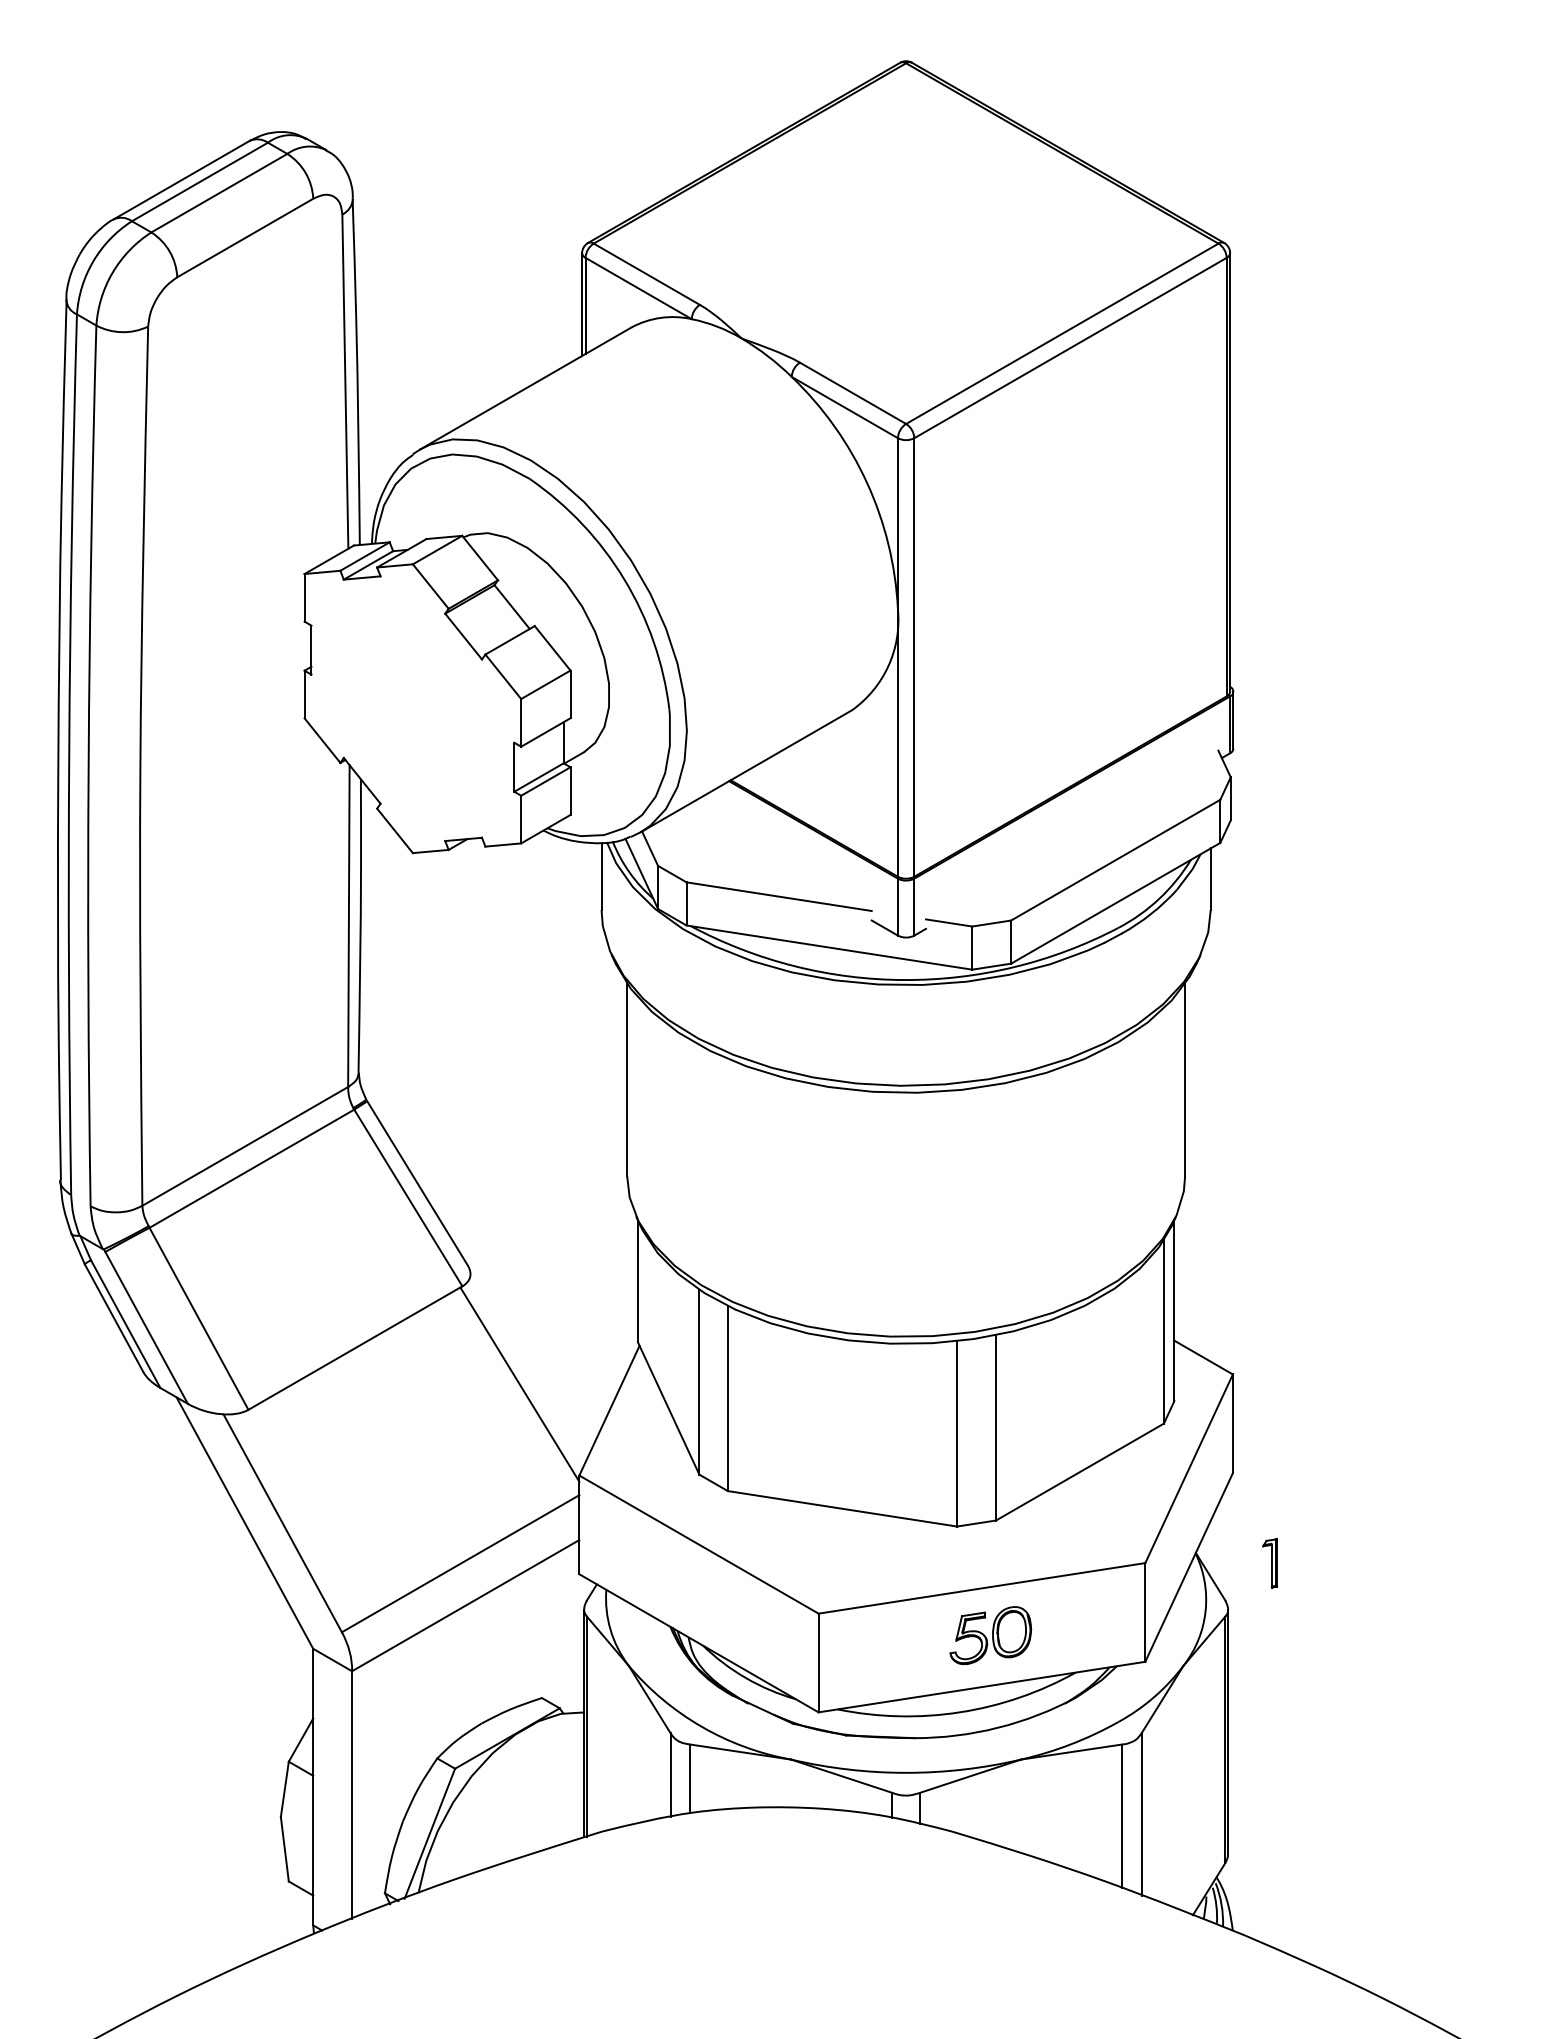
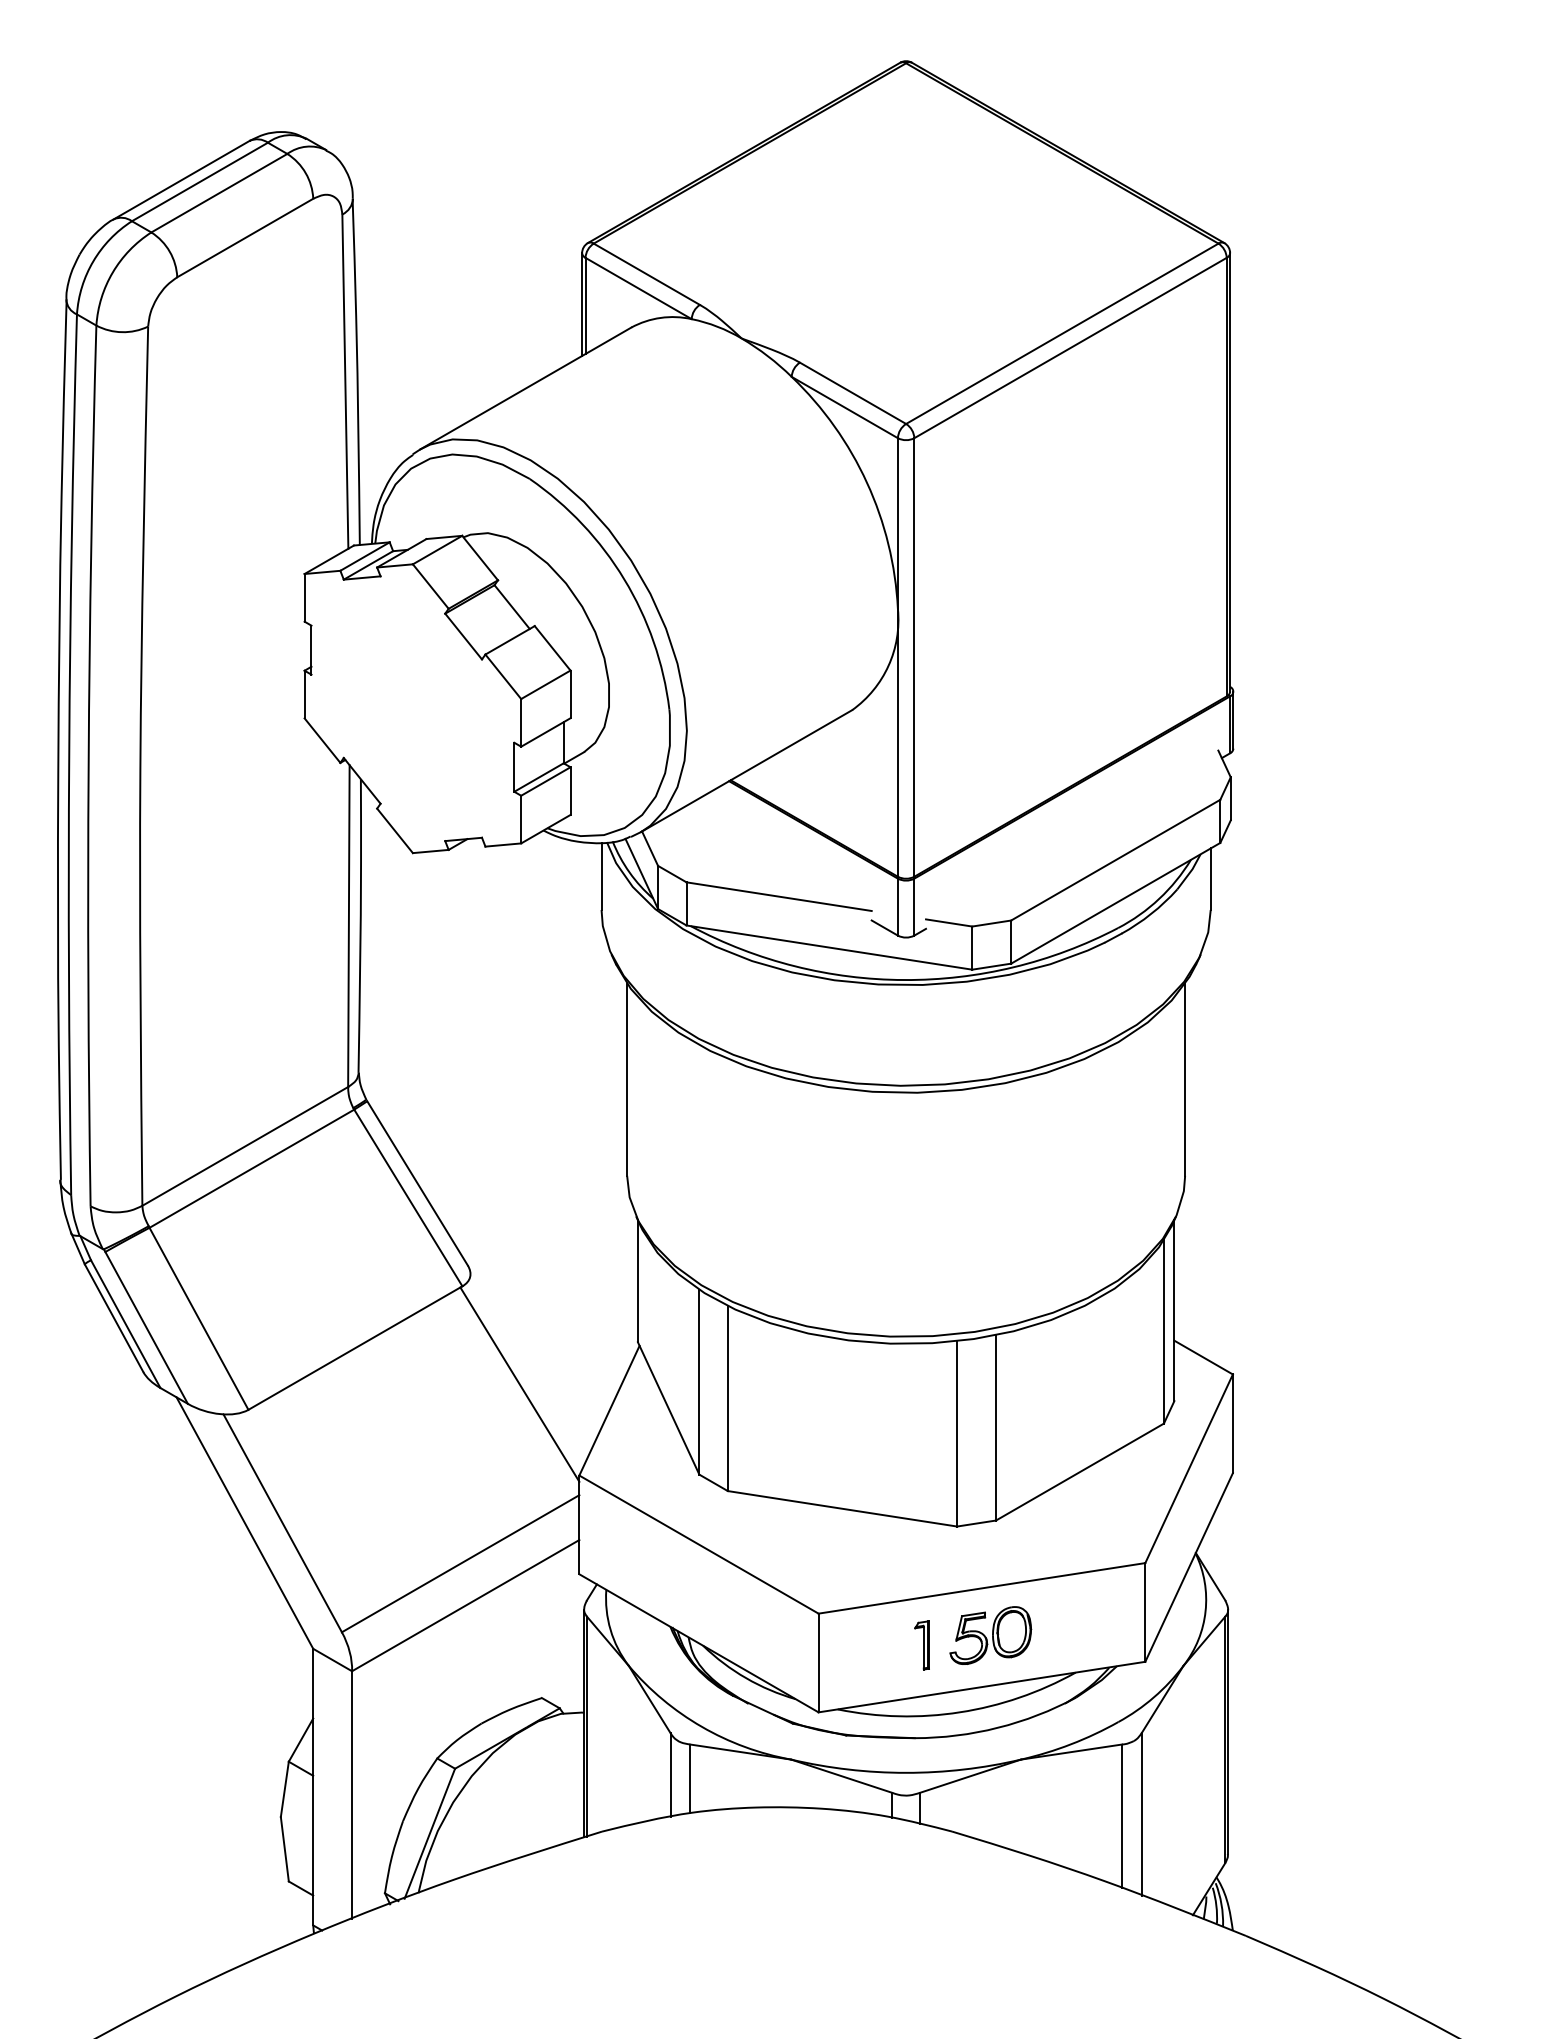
part at (1269, 1563) position: (1269, 1563) -> (921, 1645)
